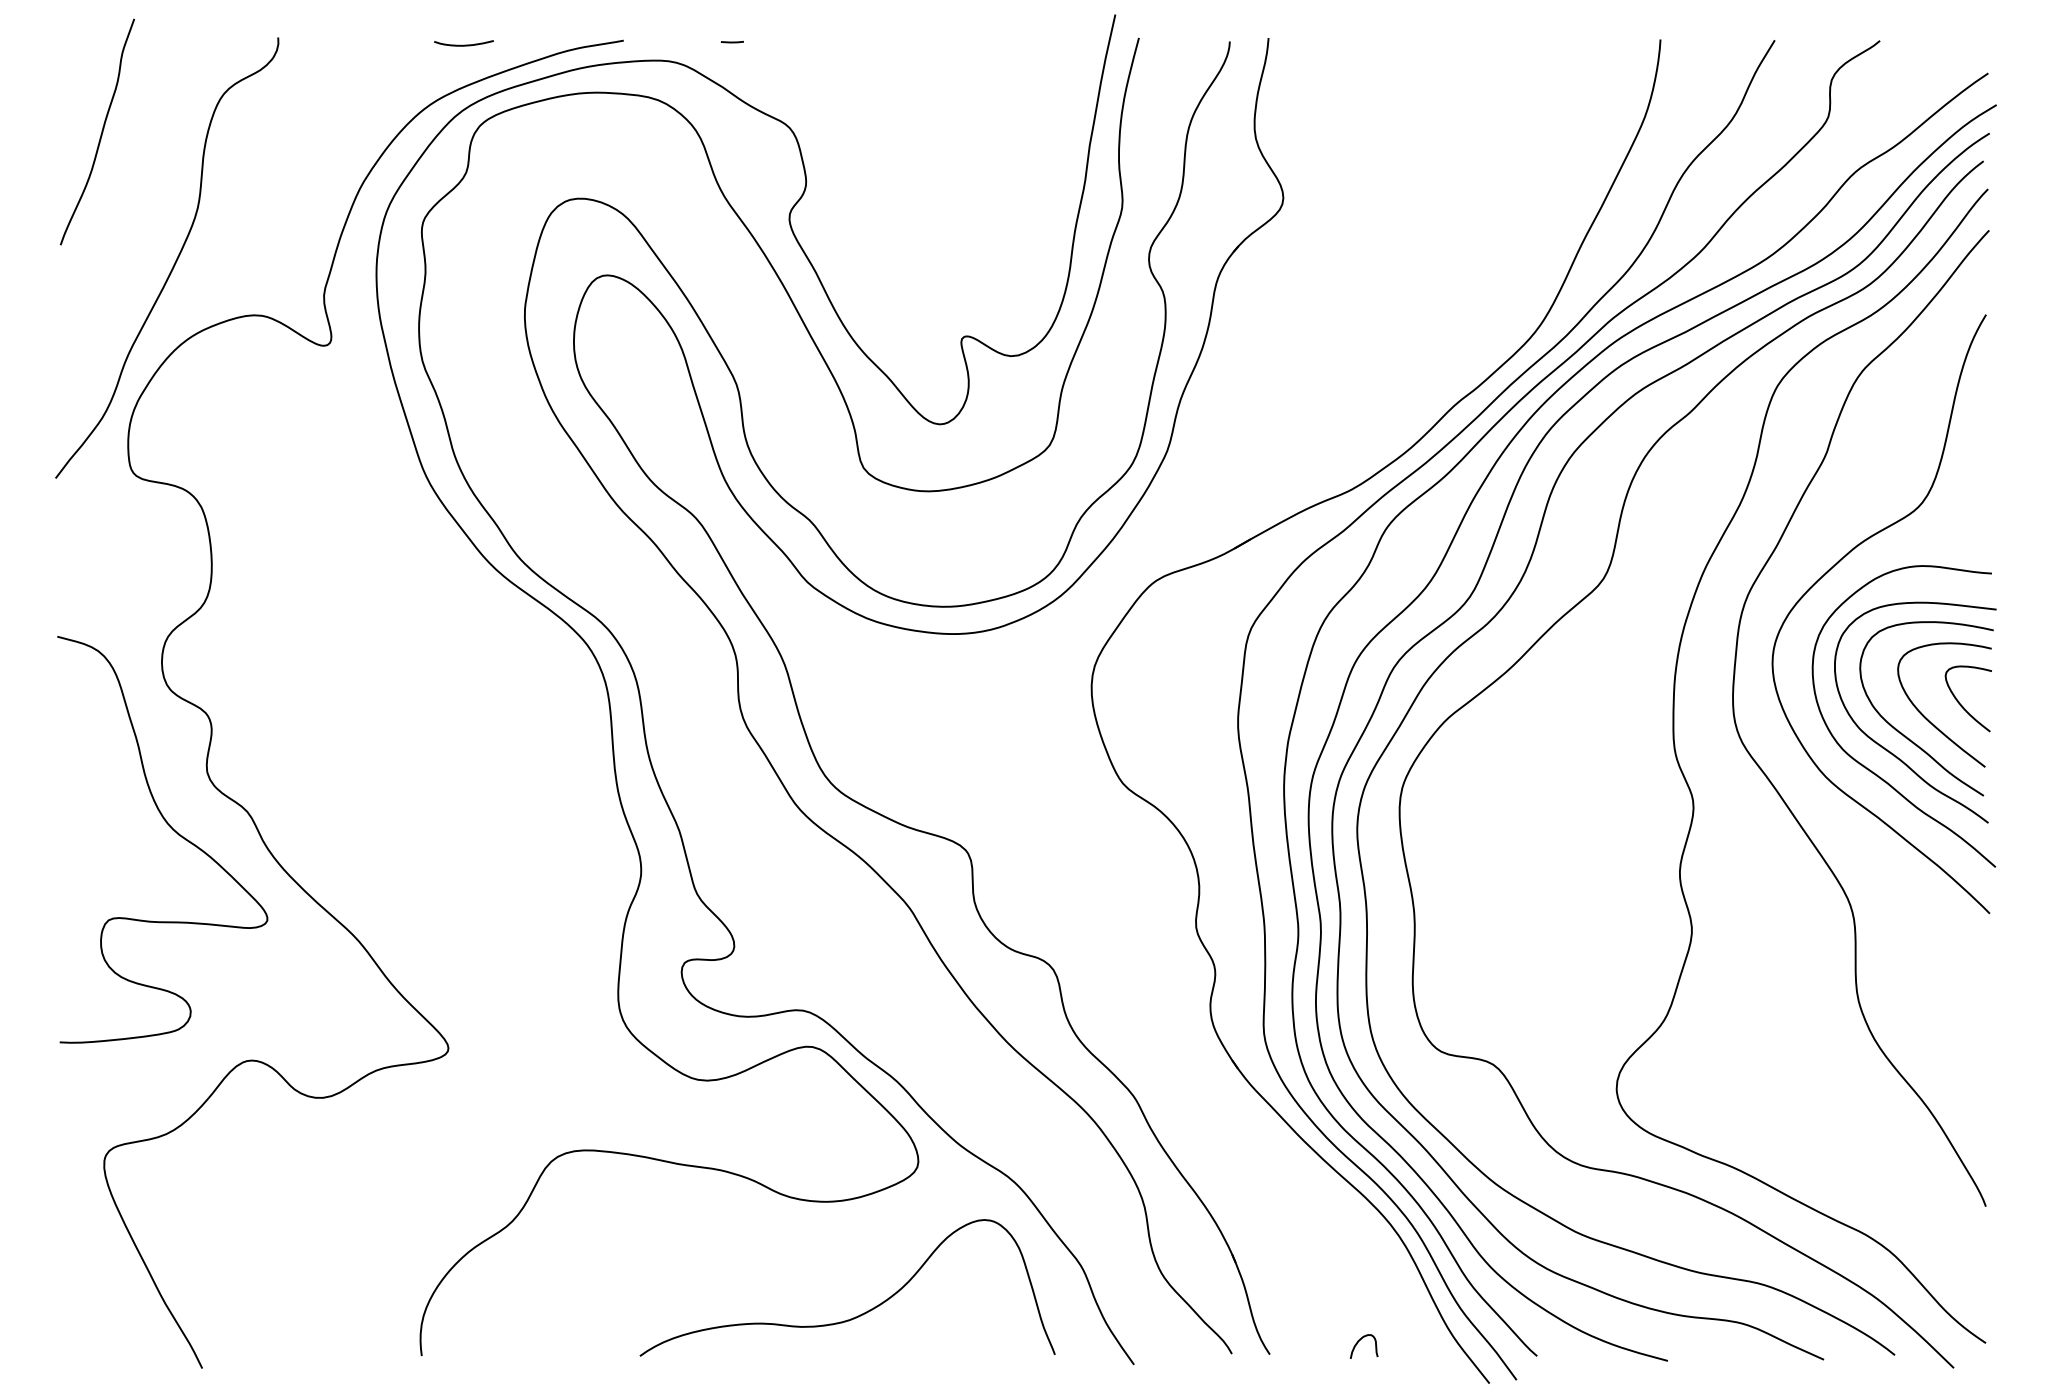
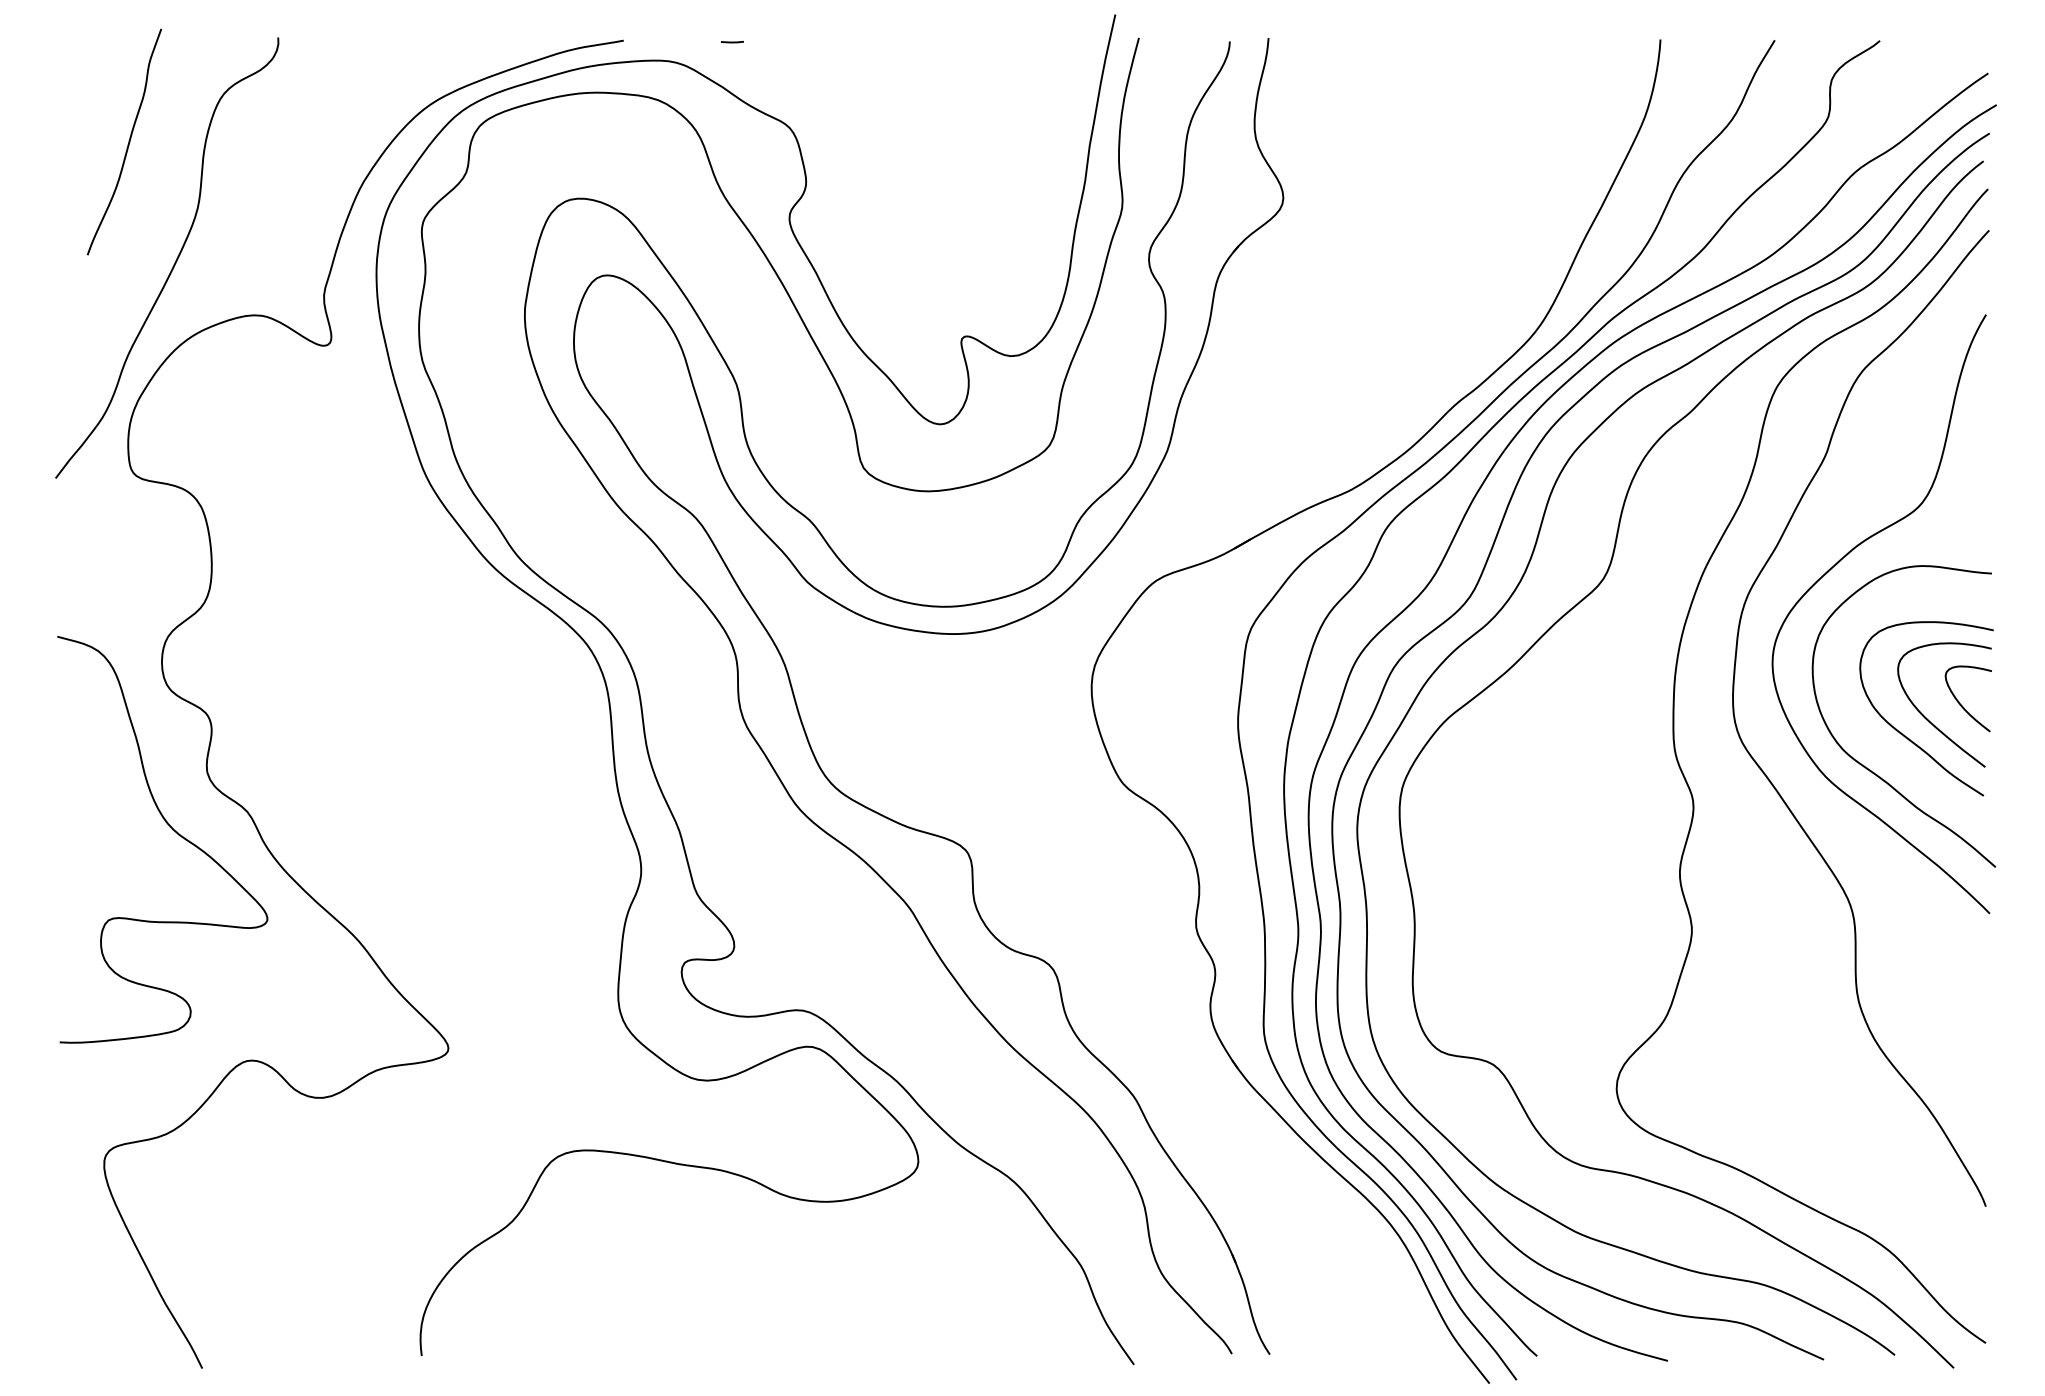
curve at (463, 44): present -> none
curve at (101, 131) position: (101, 131) -> (128, 141)
curve at (1889, 750): present -> none
curve at (857, 1315): present -> none
curve at (1357, 1344): present -> none
